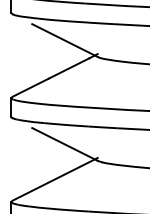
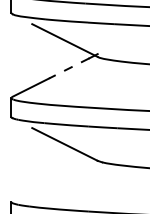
line at (69, 68): solid -> dashed
line at (54, 179): present -> none
